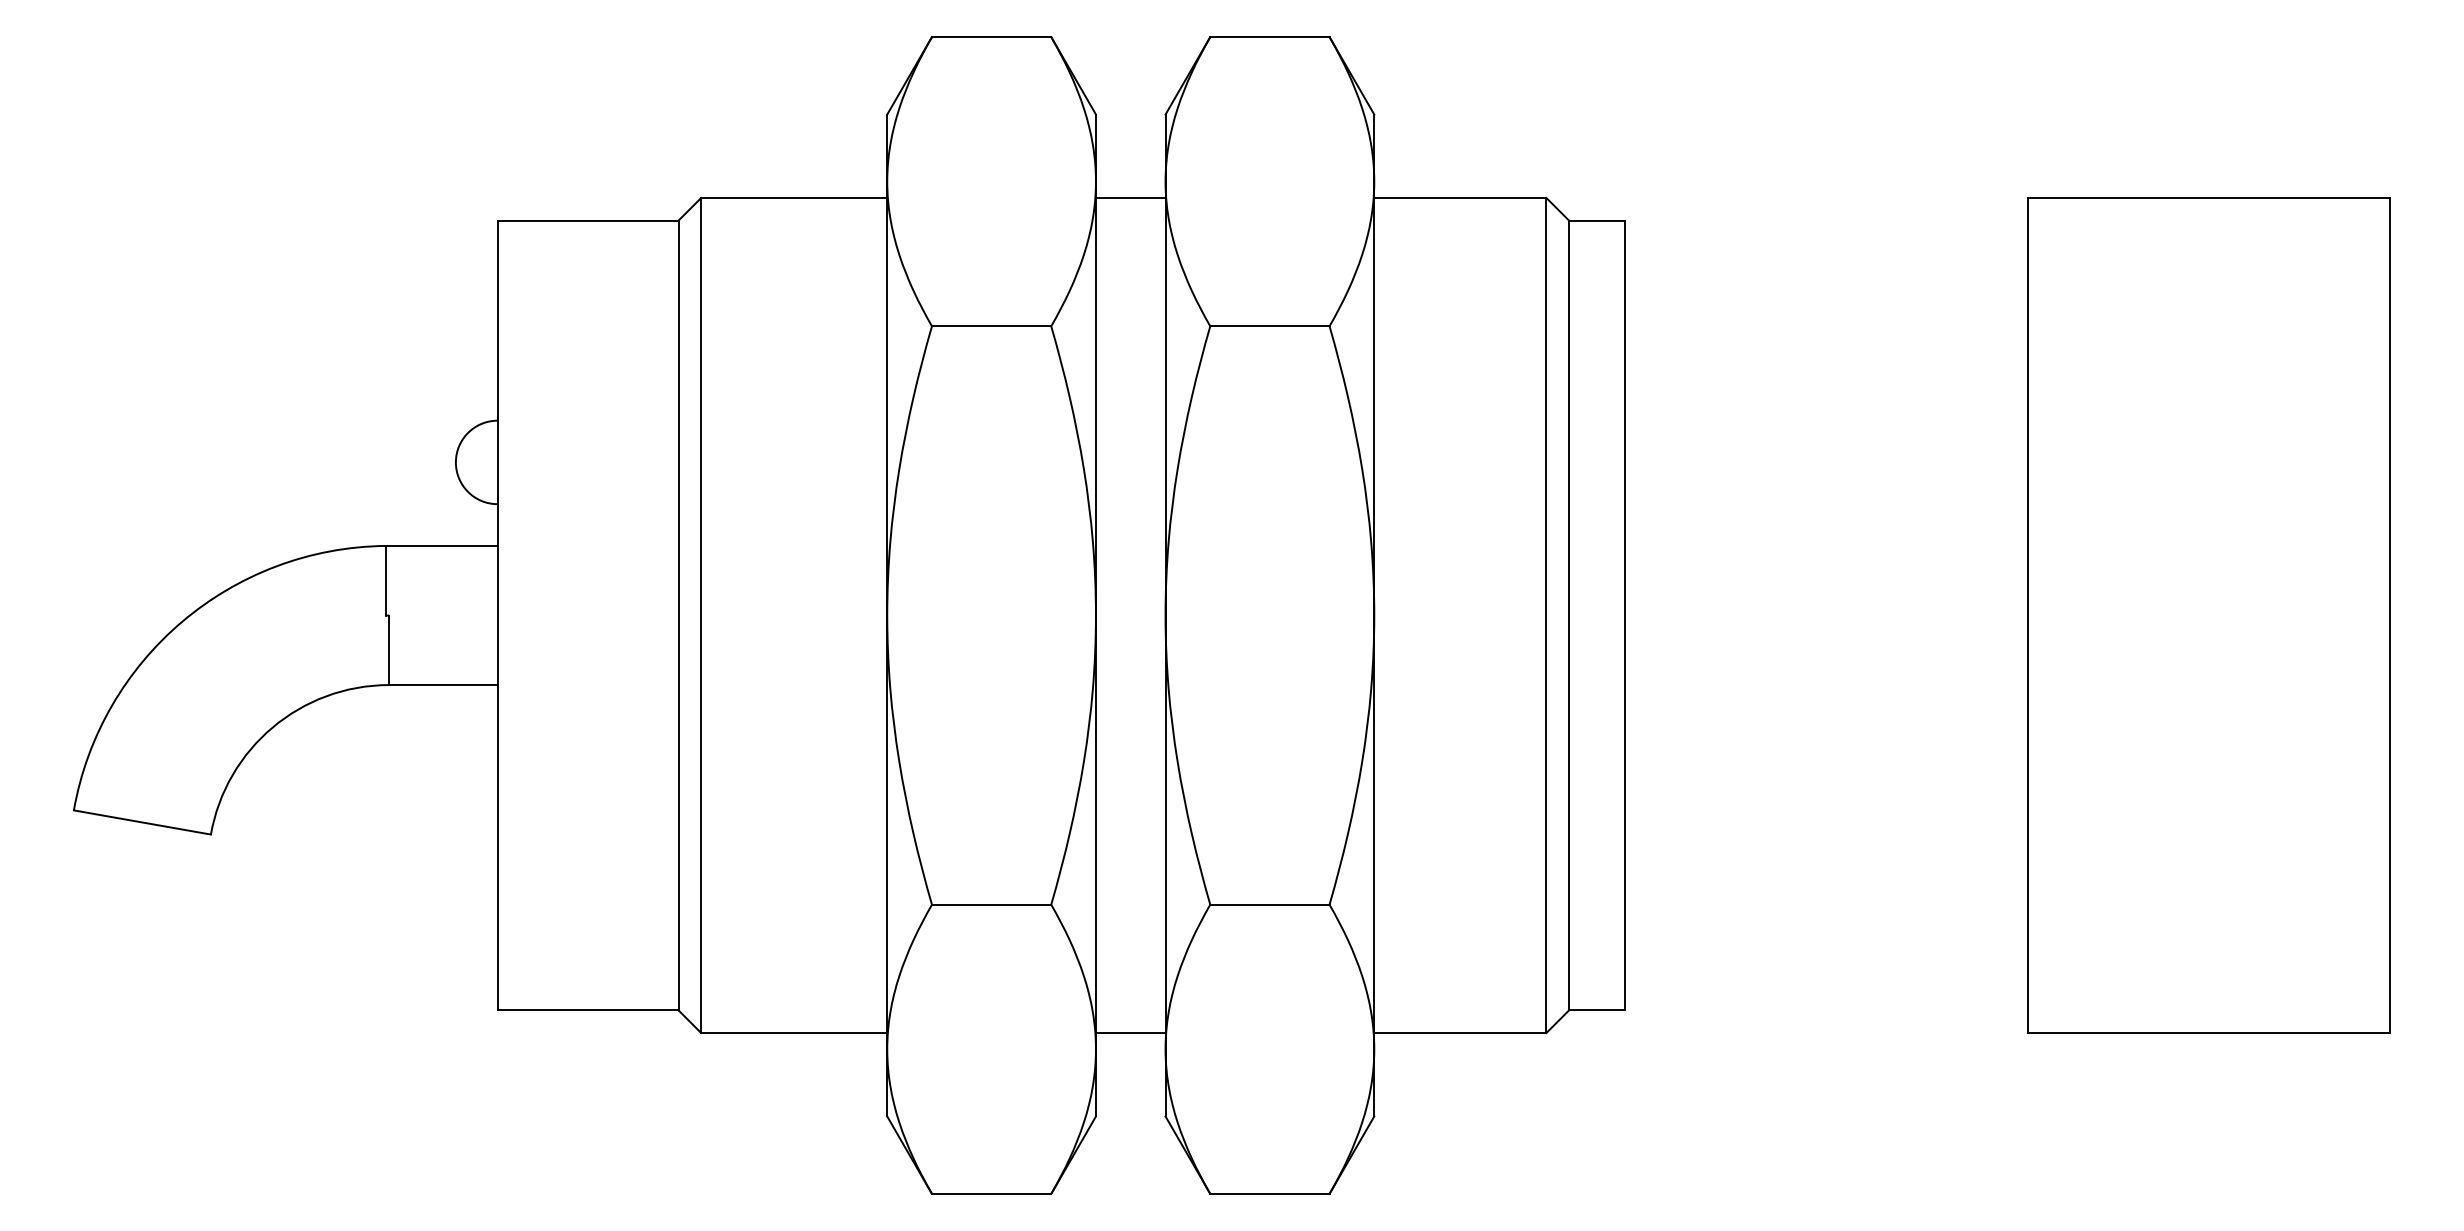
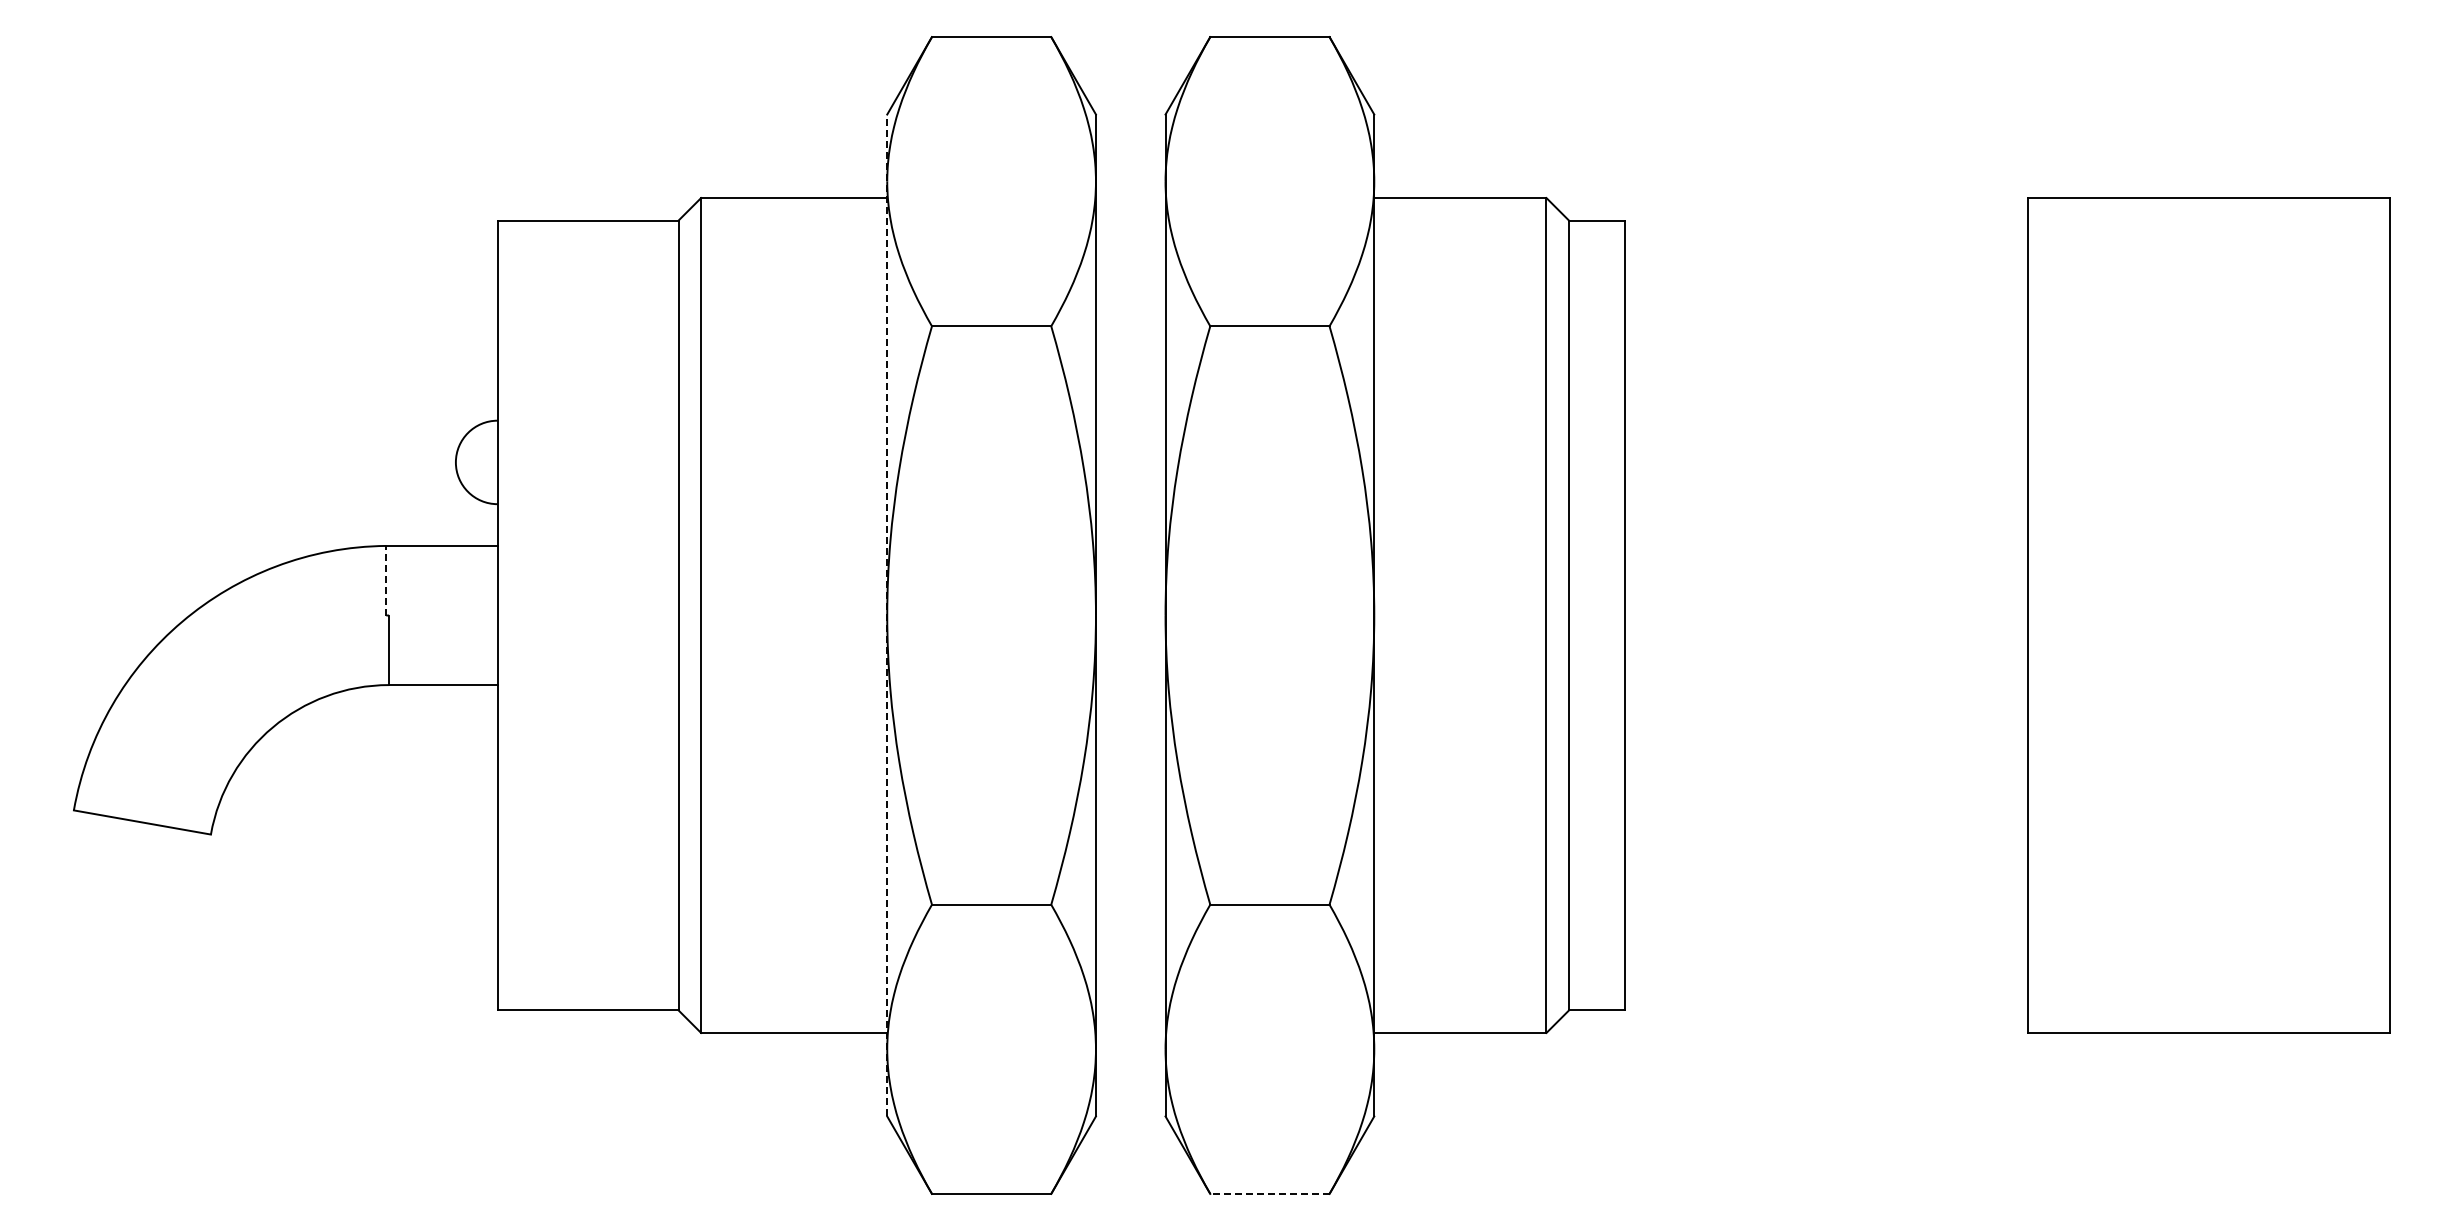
line at (1130, 198): present -> none
line at (386, 580): solid -> dashed
line at (887, 615): solid -> dashed
line at (1130, 1032): present -> none
line at (1269, 1193): solid -> dashed
